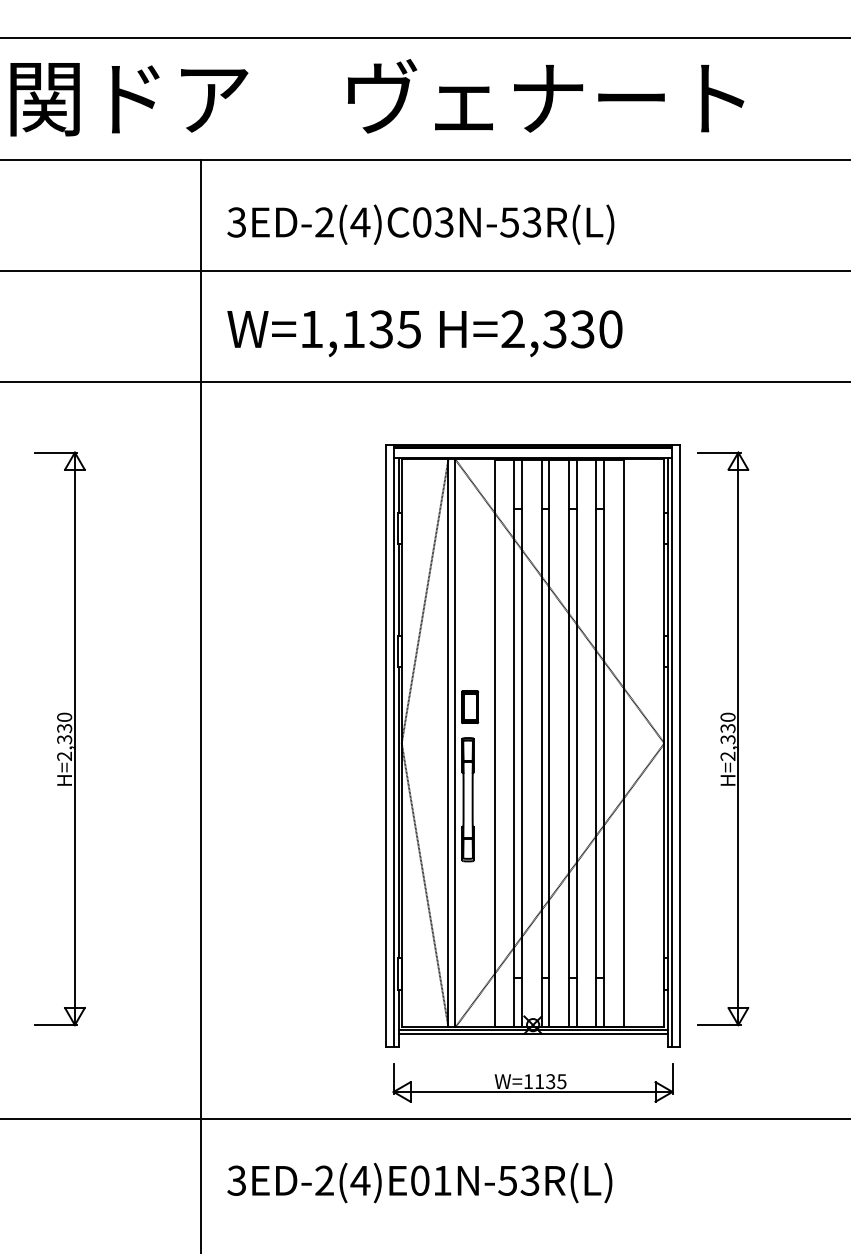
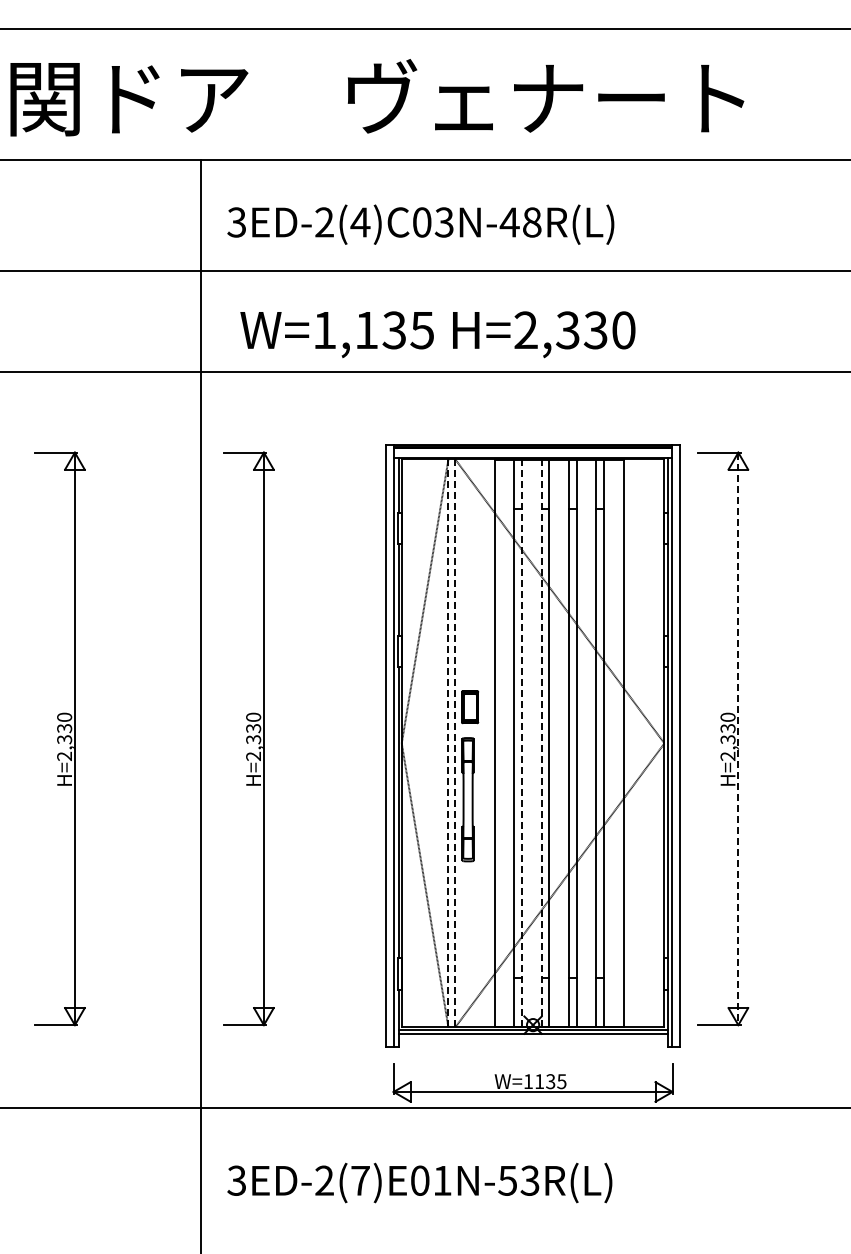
line at (424, 37) position: (424, 37) -> (424, 28)
text at (520, 222): 3ED-2(4)C03N-53R(L) -> 3ED-2(4)C03N-48R(L)
text at (424, 333) position: (424, 333) -> (437, 334)
line at (424, 381) position: (424, 381) -> (424, 371)
part at (248, 738): none -> present
line at (738, 739): solid -> dashed
line at (448, 743): solid -> dashed
line at (455, 743): solid -> dashed
line at (521, 743): solid -> dashed
line at (541, 743): solid -> dashed
line at (424, 1118) position: (424, 1118) -> (424, 1107)
text at (360, 1180): 3ED-2(4)E01N-53R(L) -> 3ED-2(7)E01N-53R(L)
